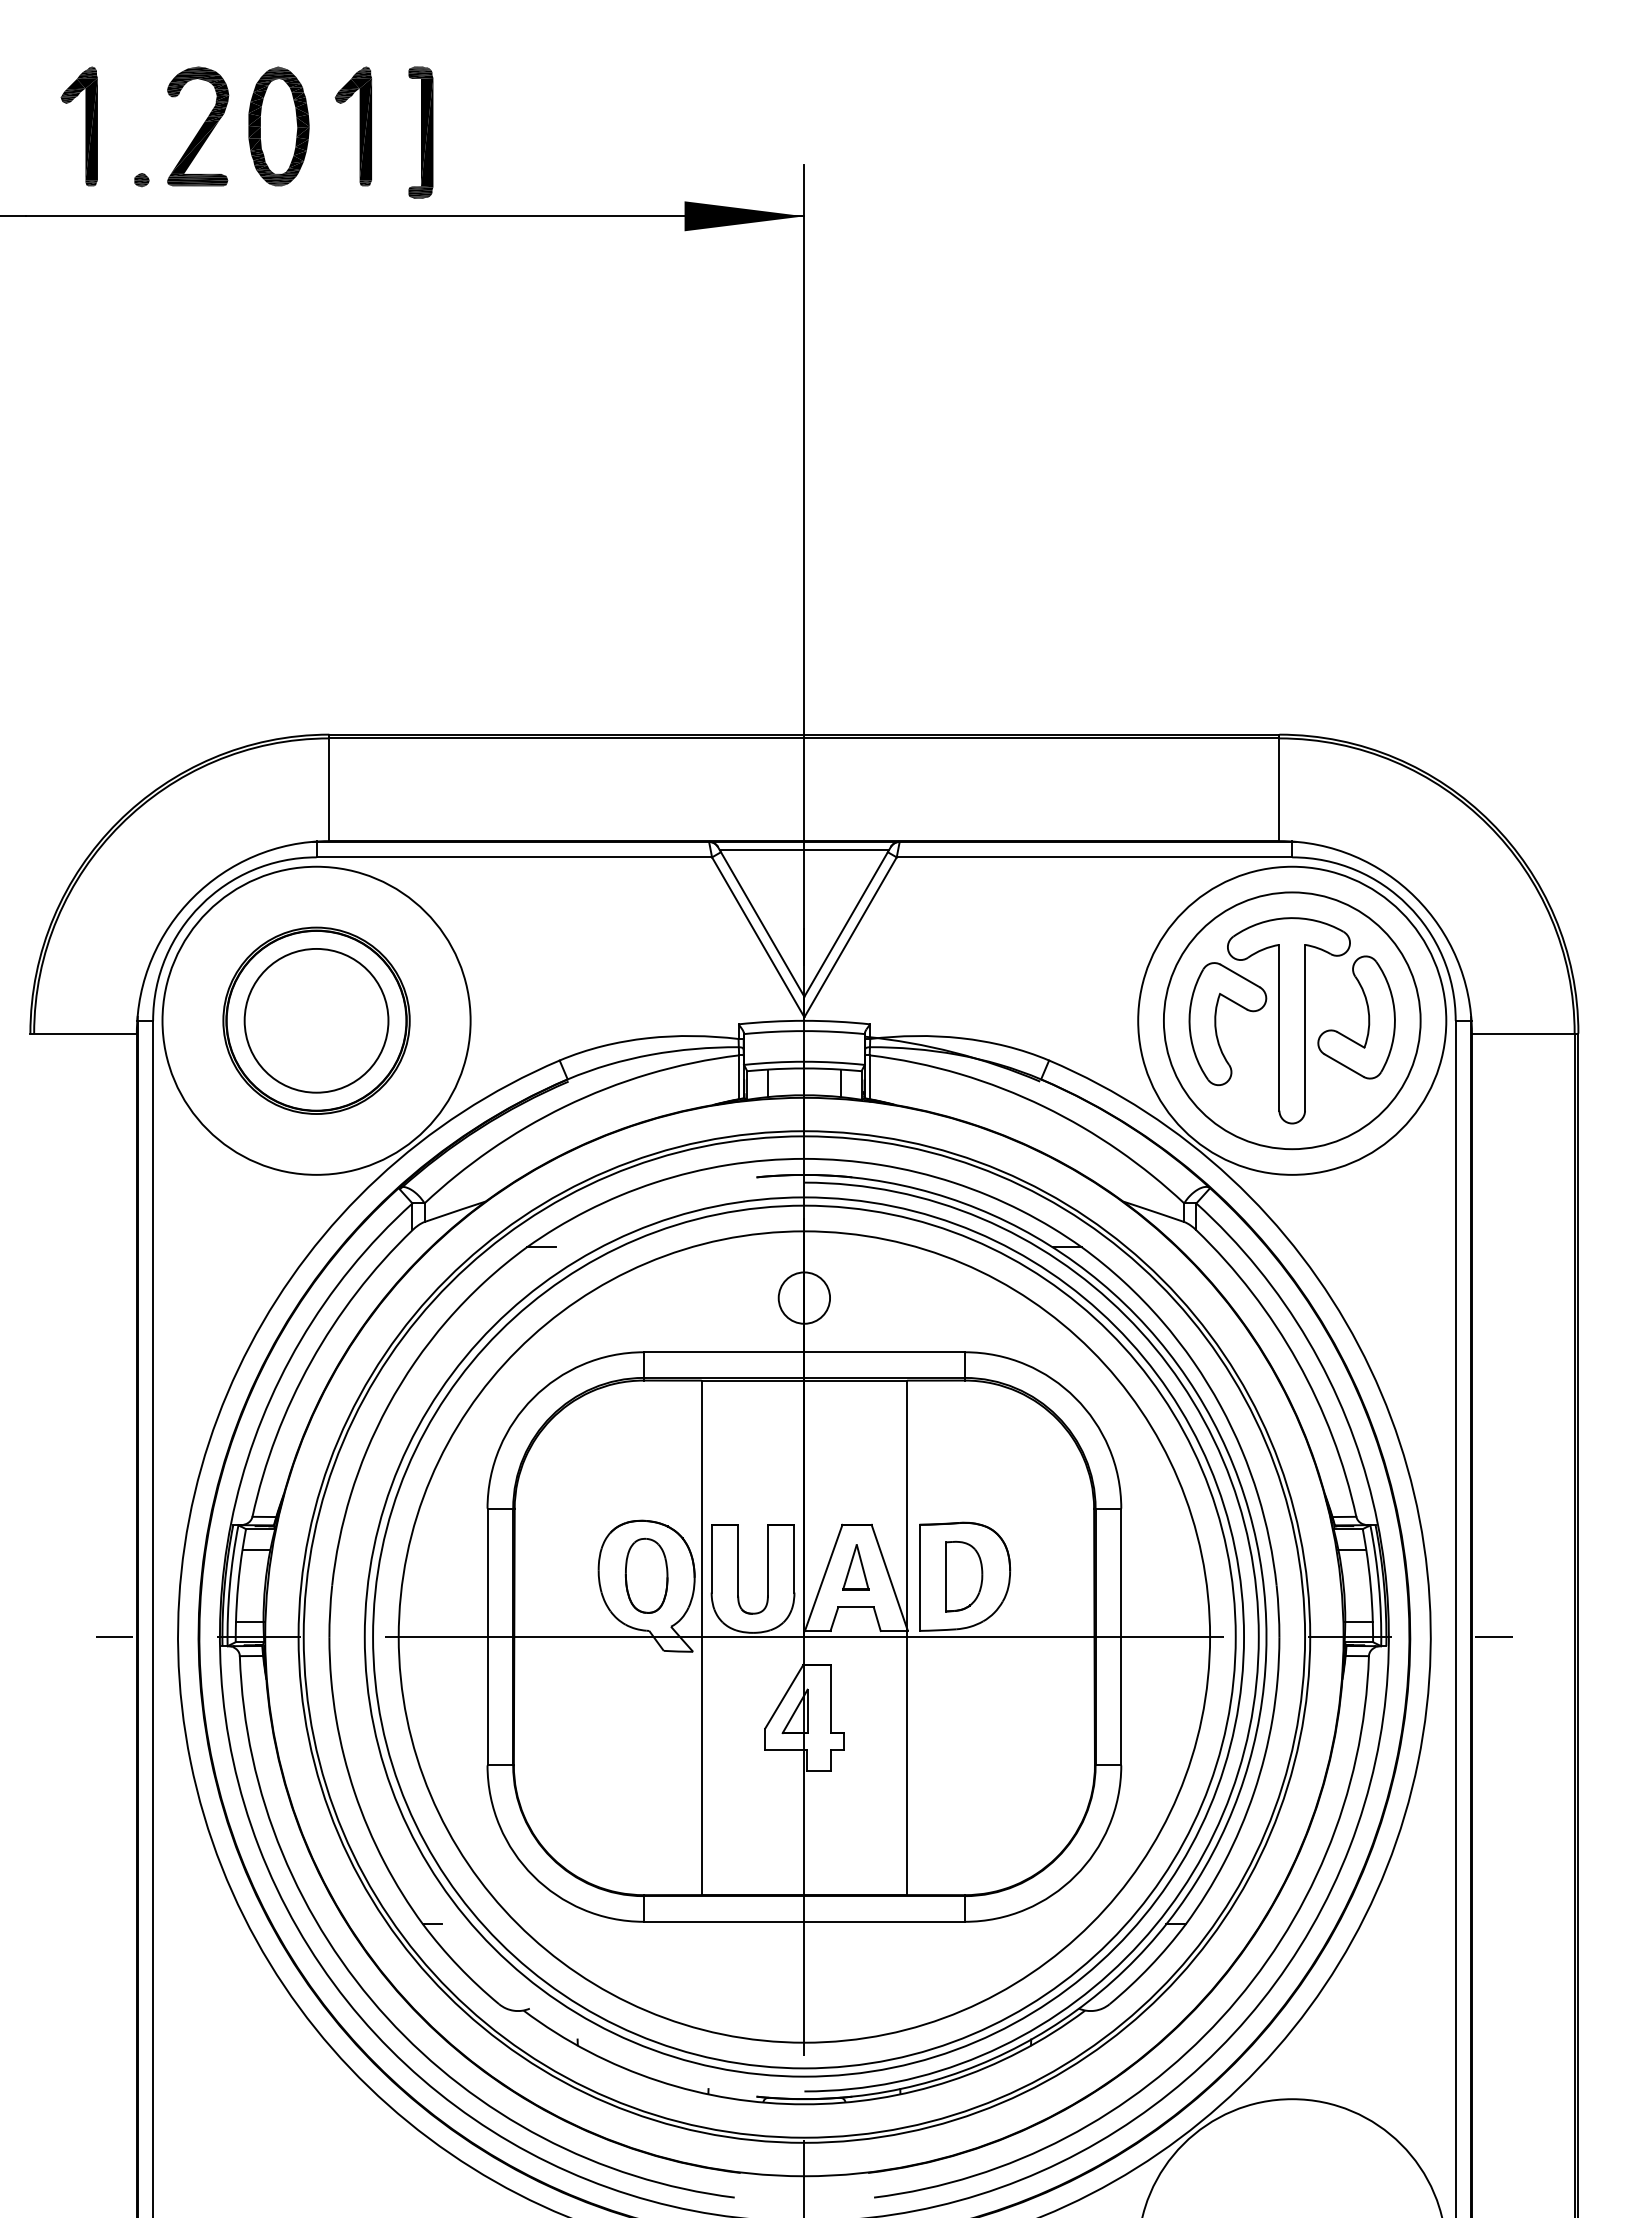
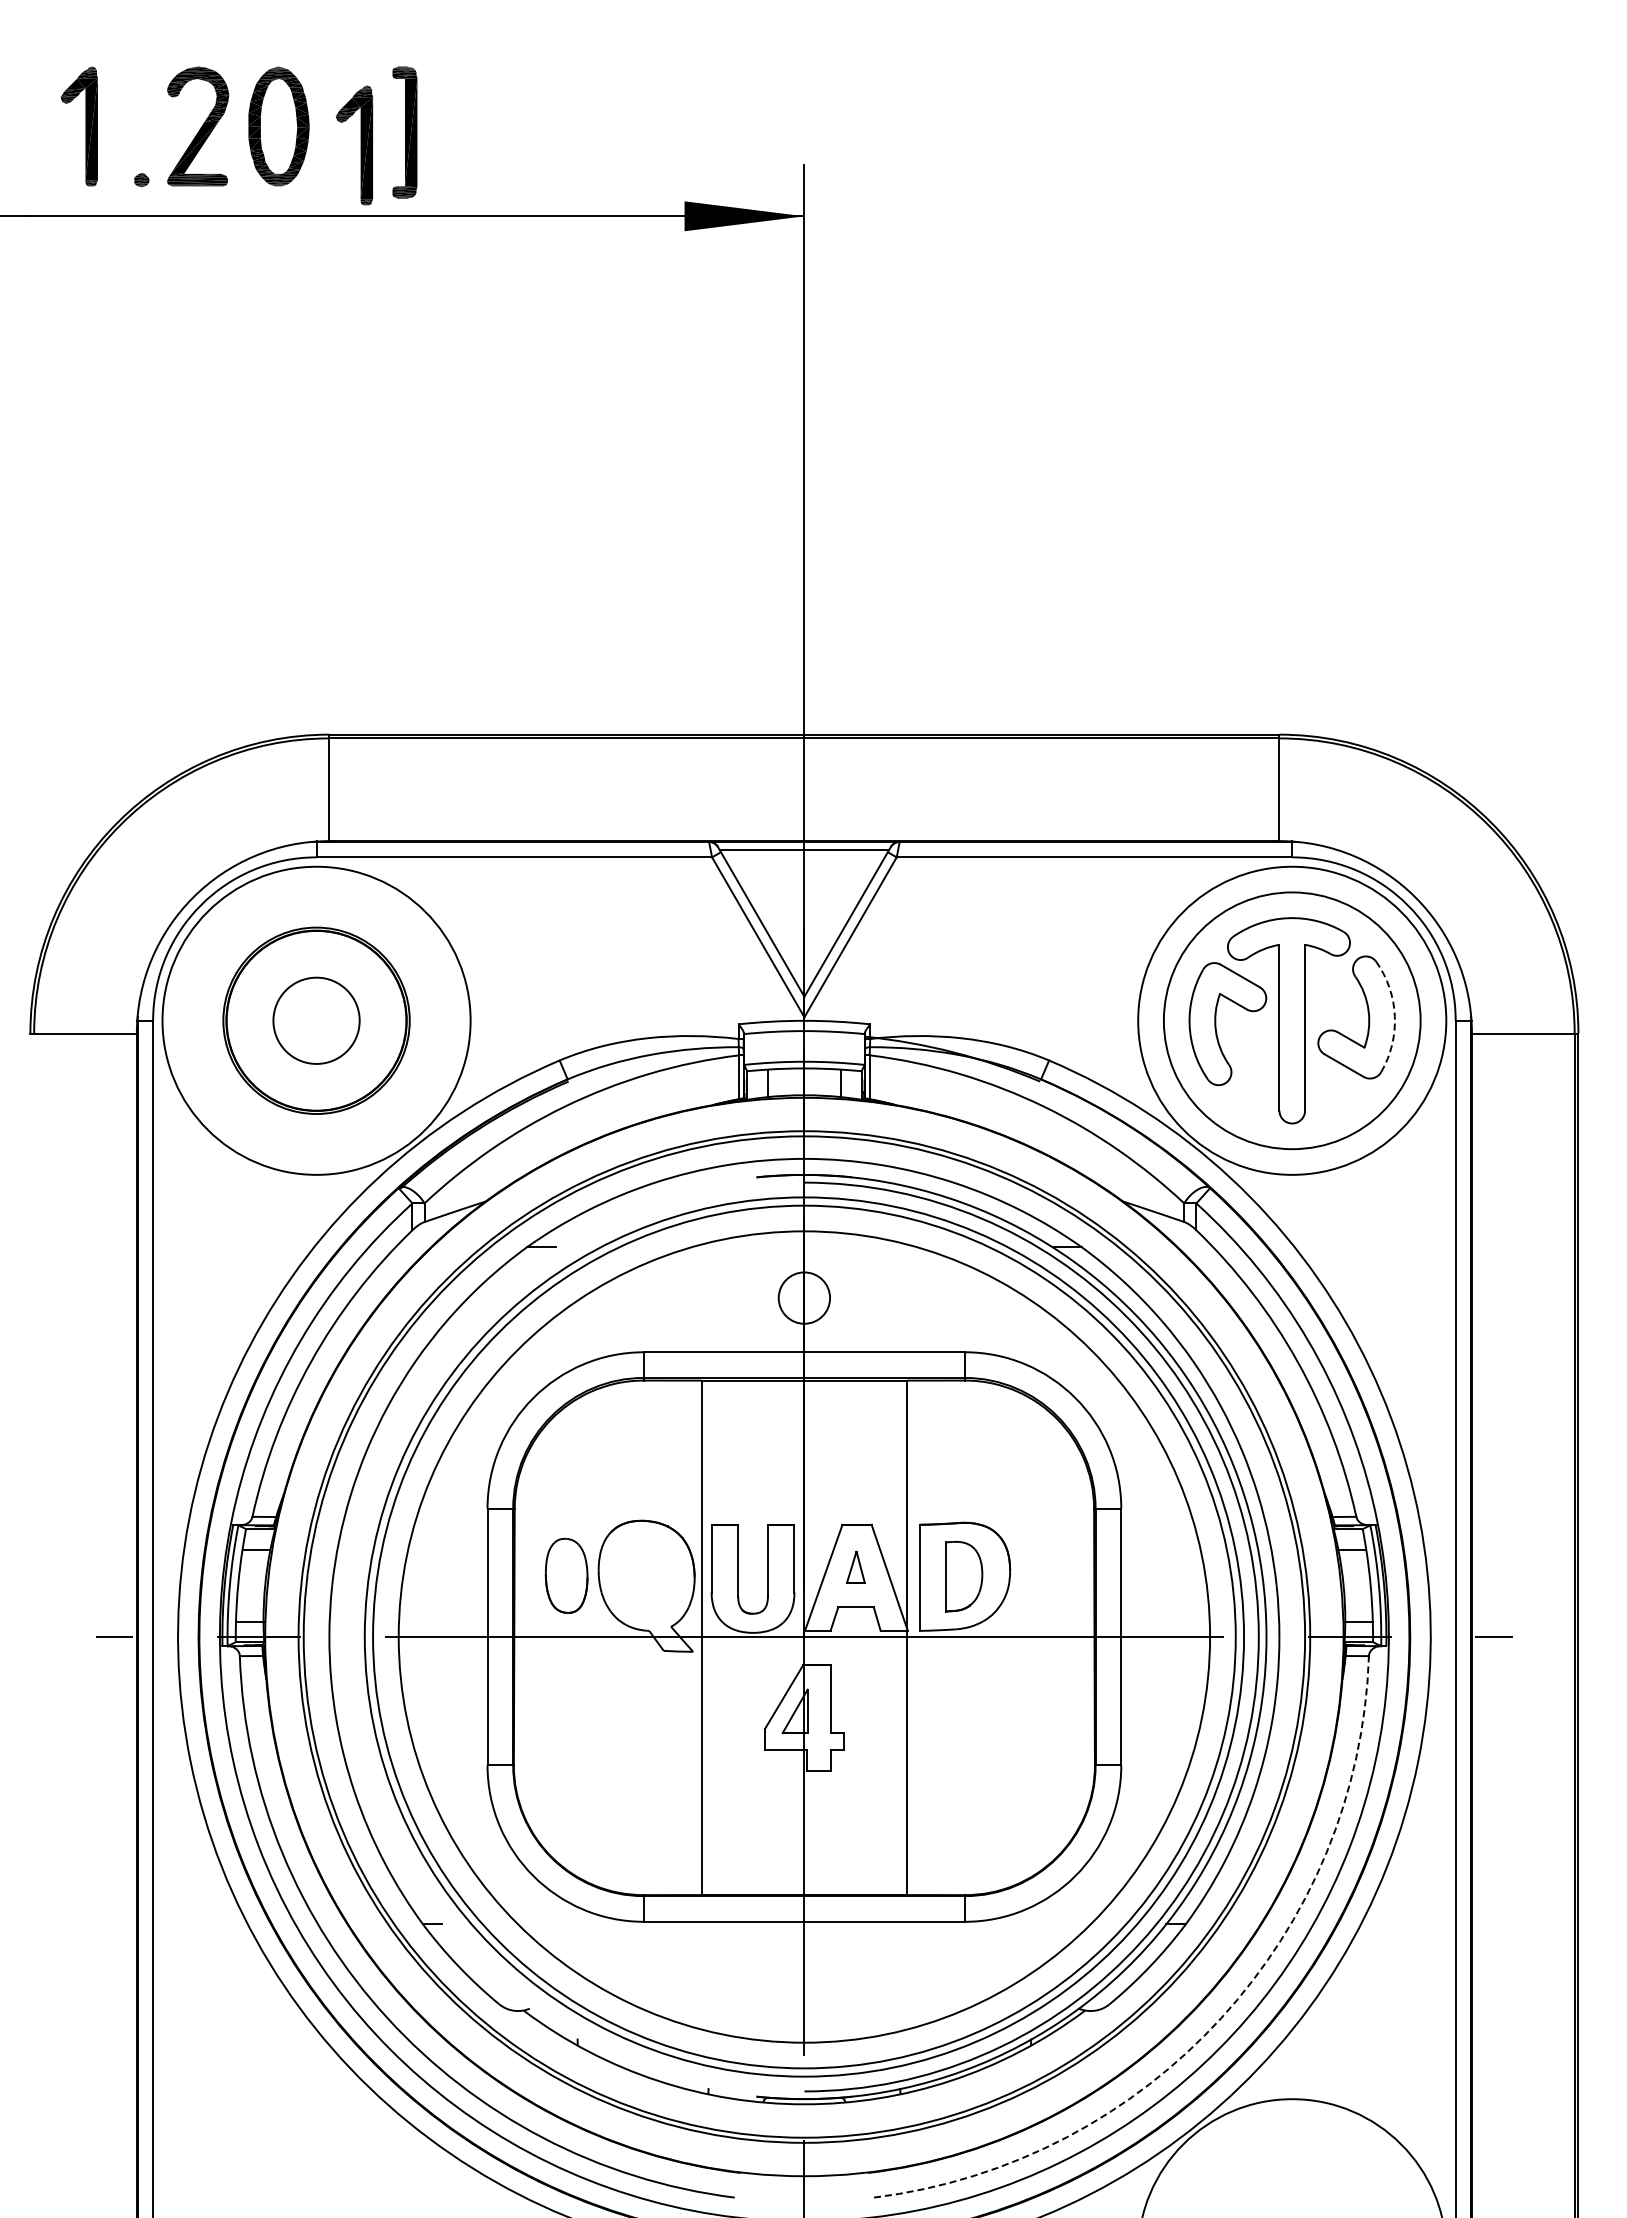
part at (359, 126) position: (359, 126) -> (360, 145)
part at (420, 132) position: (420, 132) -> (404, 132)
arc at (1394, 1016): solid -> dashed
circle at (316, 1020) diameter: 144 px -> 86 px
part at (855, 1567) size: 28x47 px -> 20x33 px
part at (646, 1575) position: (646, 1575) -> (566, 1575)
arc at (1221, 2018): solid -> dashed
